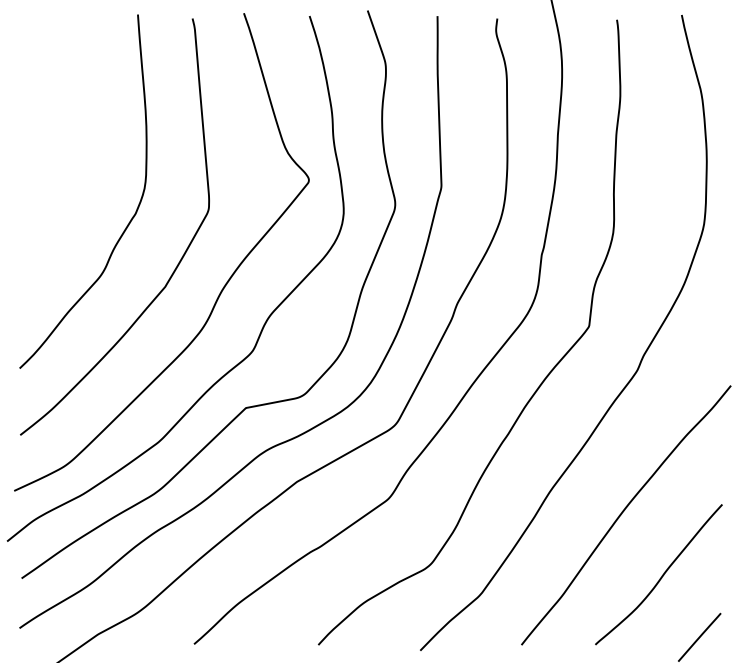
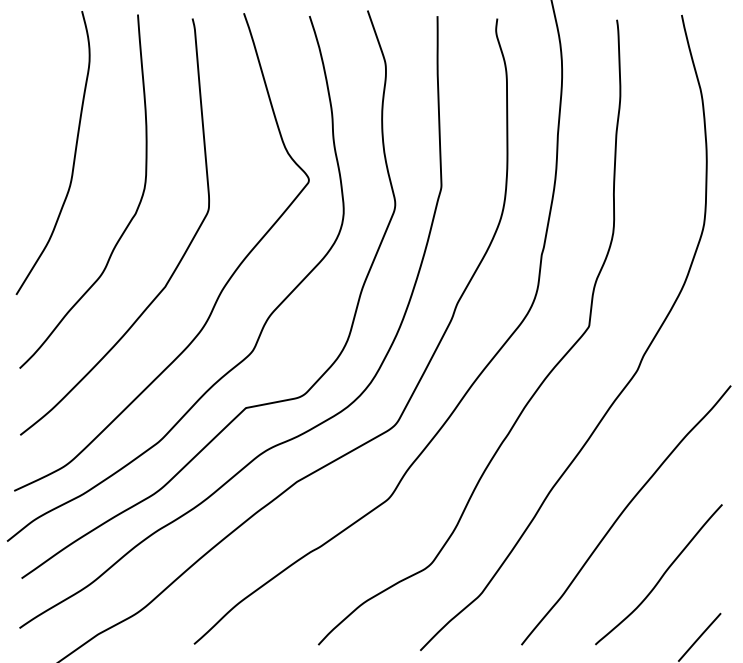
curve at (73, 157): none -> present
